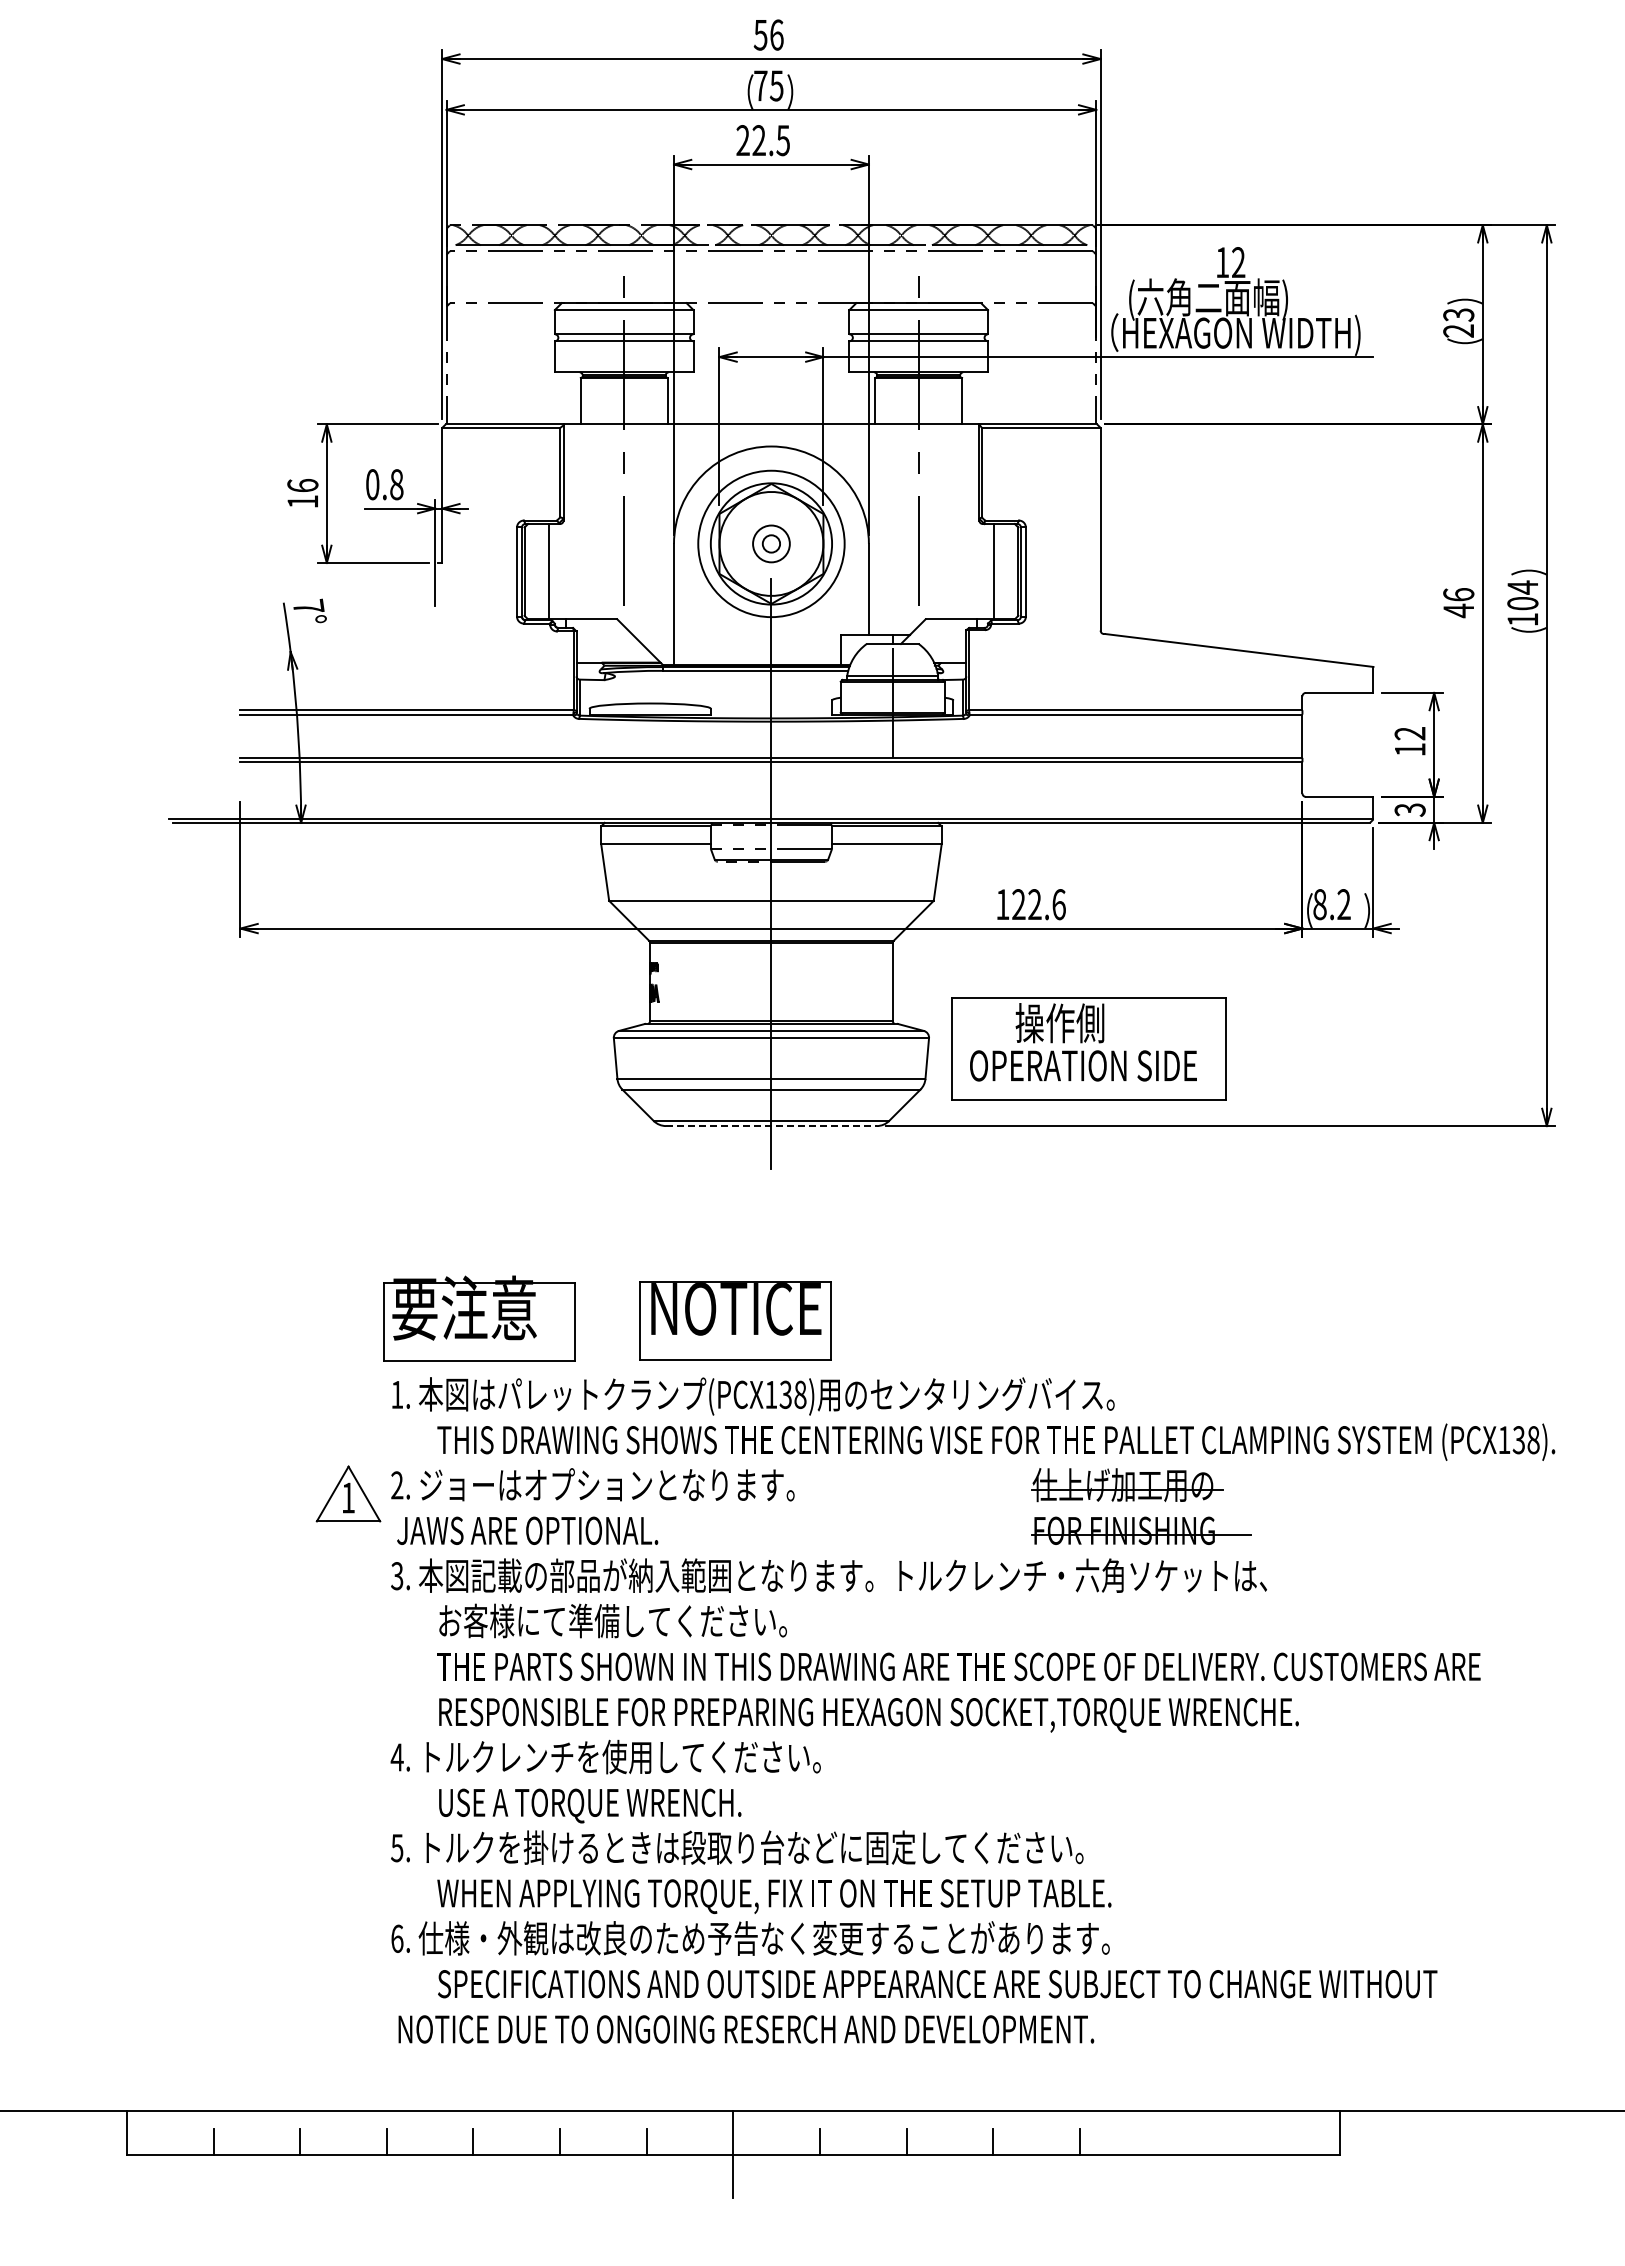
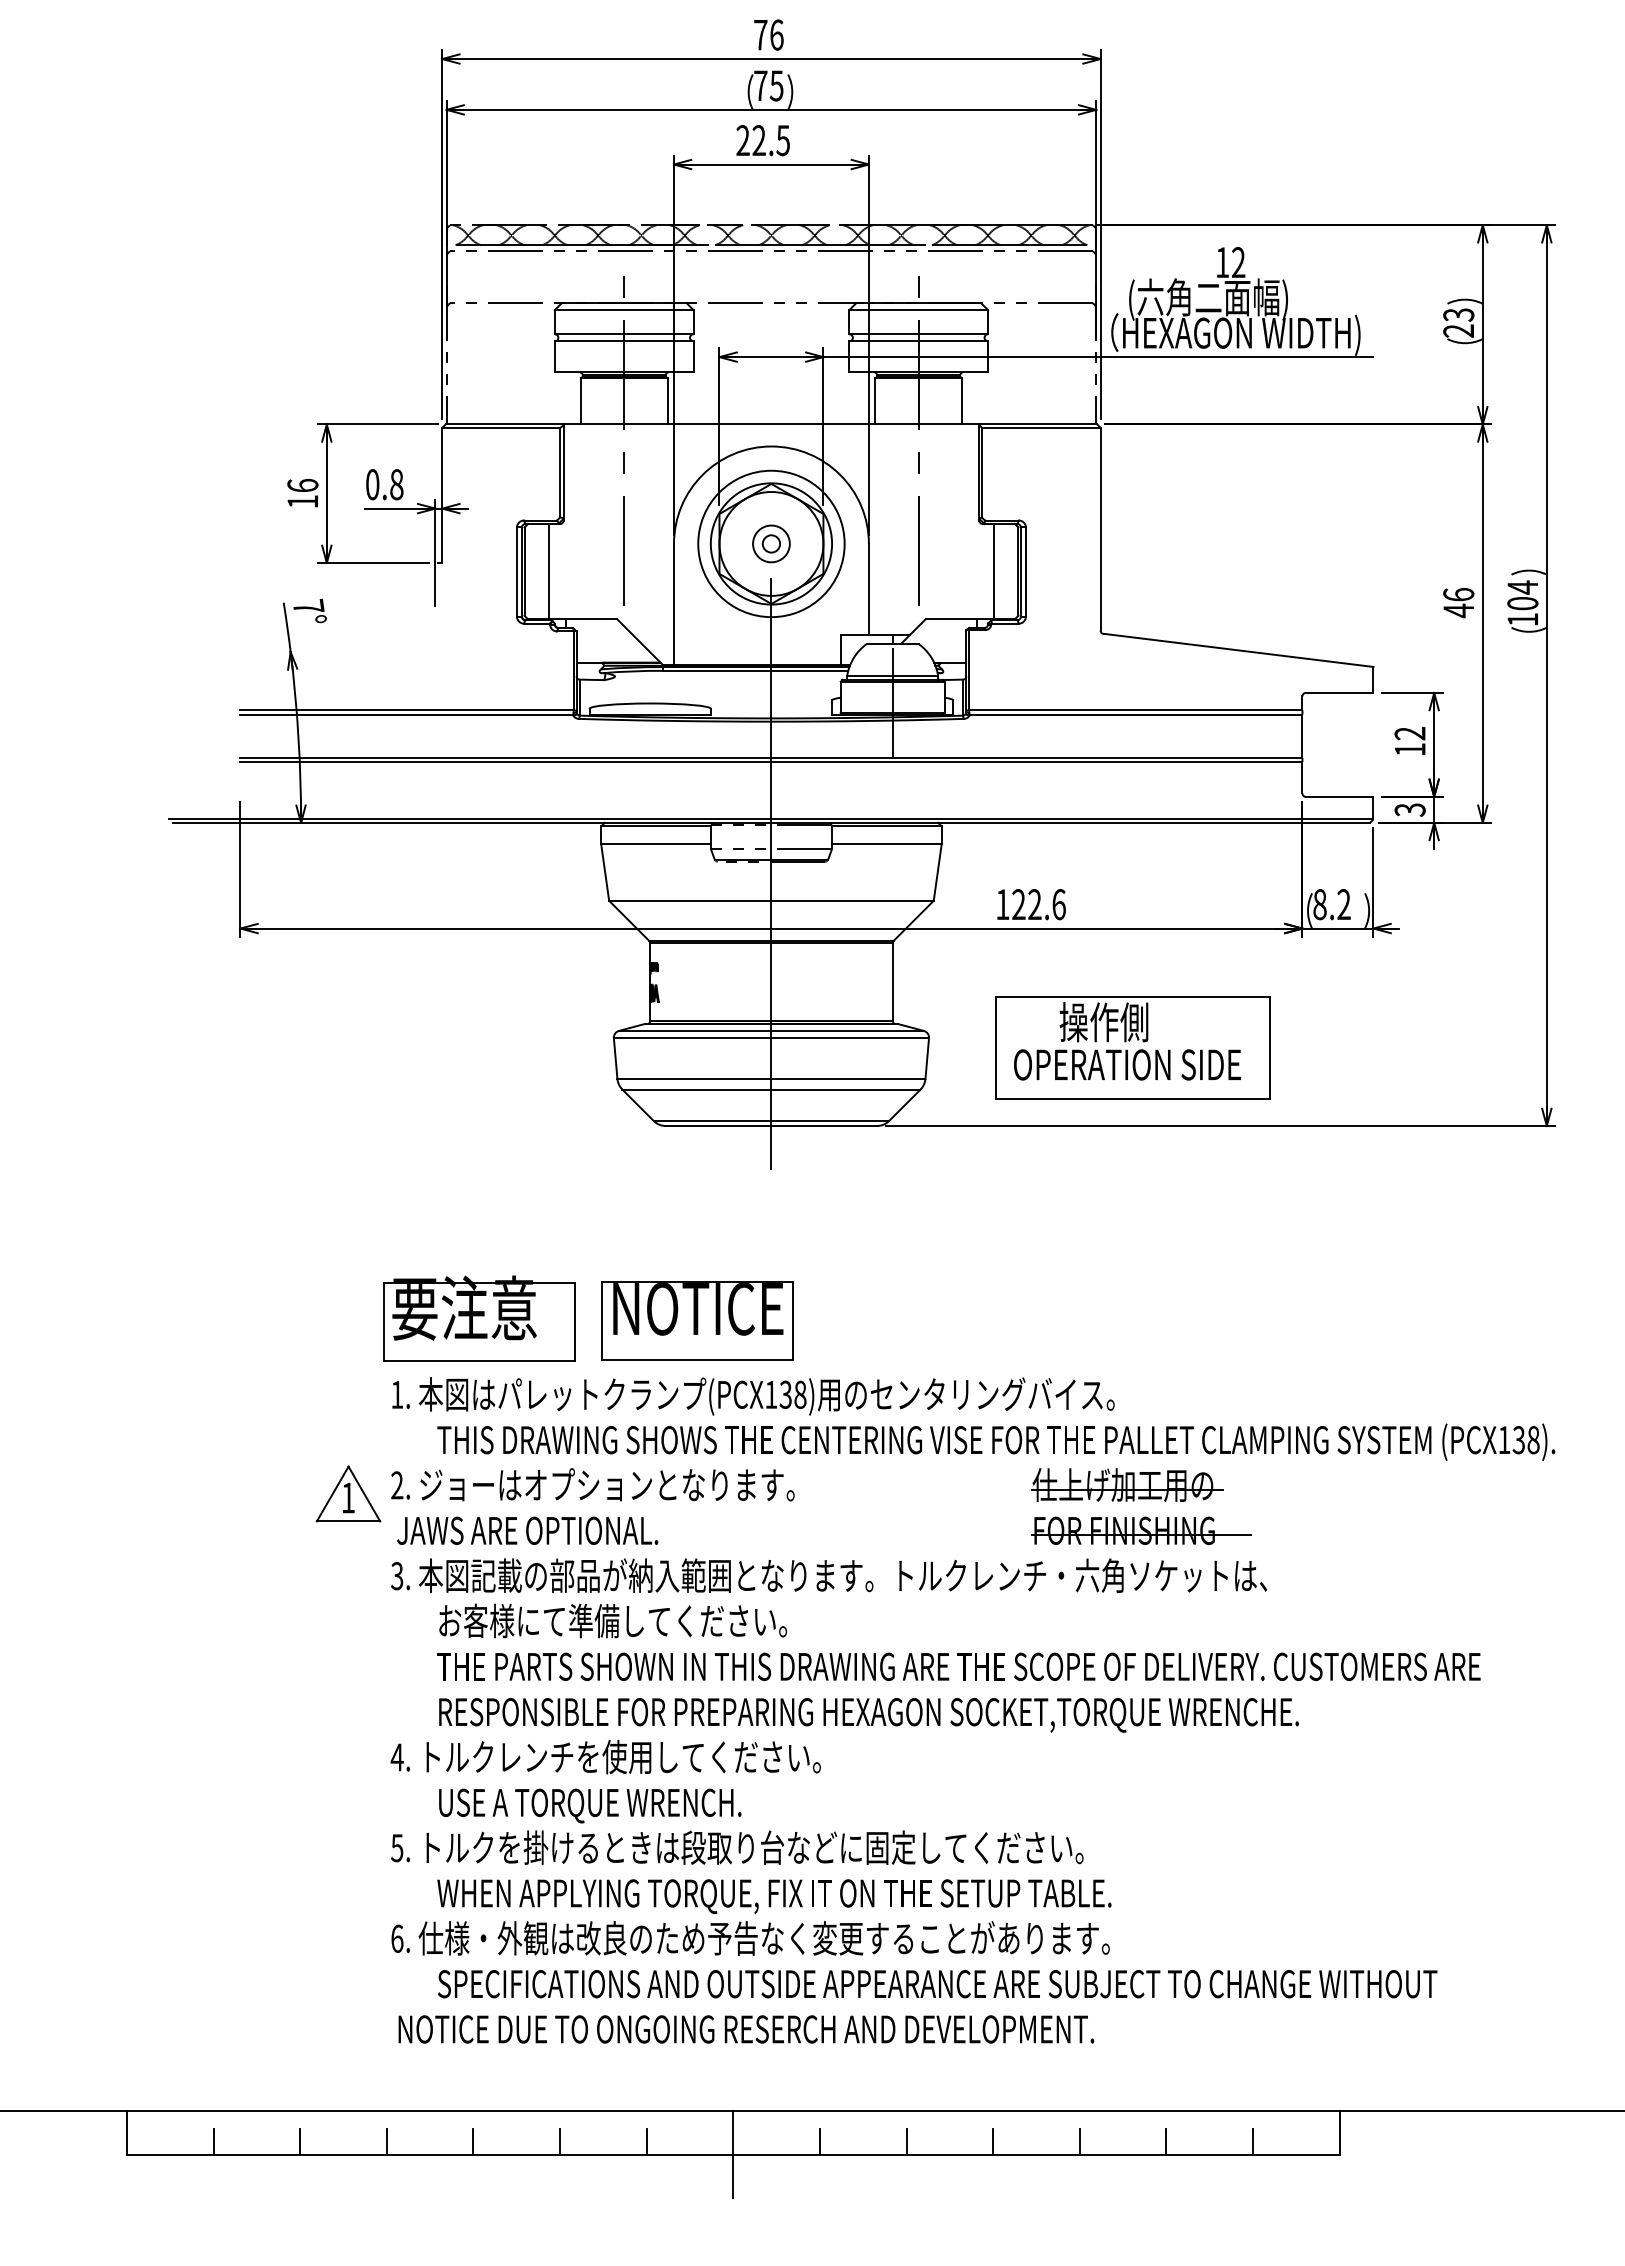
text at (760, 35): 56 -> 76
part at (1088, 1048) position: (1088, 1048) -> (1132, 1047)
line at (771, 1126): dashed -> solid
part at (735, 1320) position: (735, 1320) -> (697, 1320)
line at (1166, 2141): none -> present
line at (1253, 2141): none -> present
